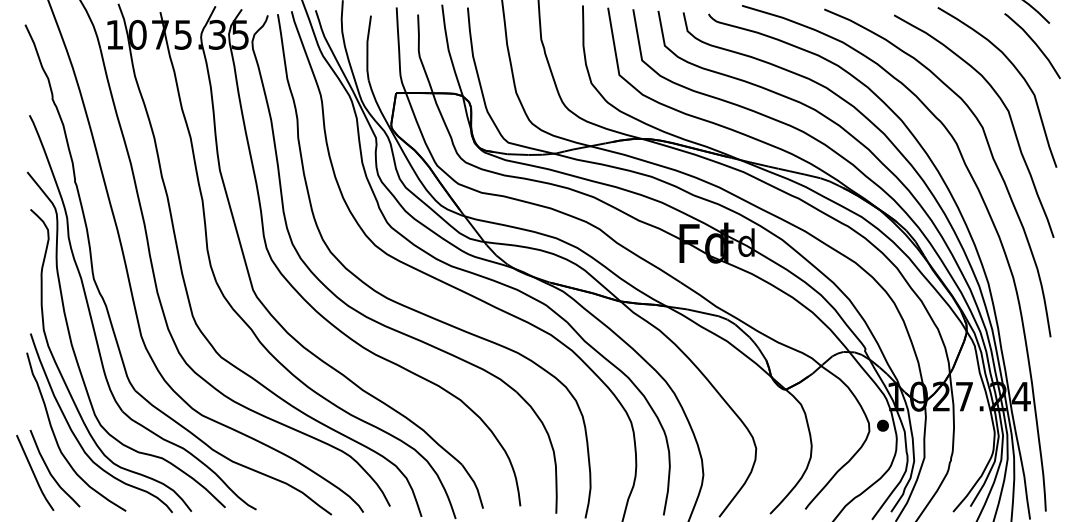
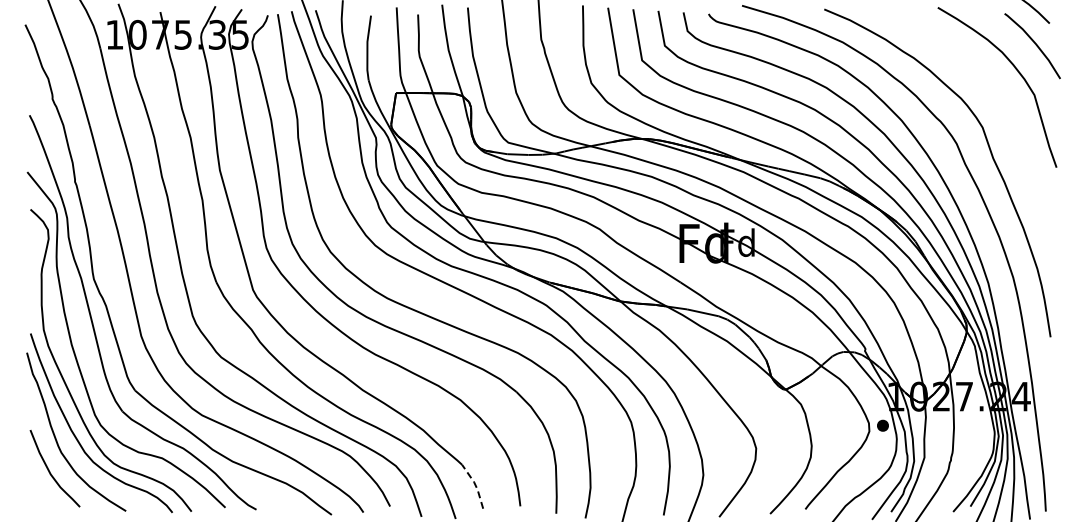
curve at (1003, 105): present -> none
line at (34, 472): present -> none
line at (475, 484): solid -> dashed
